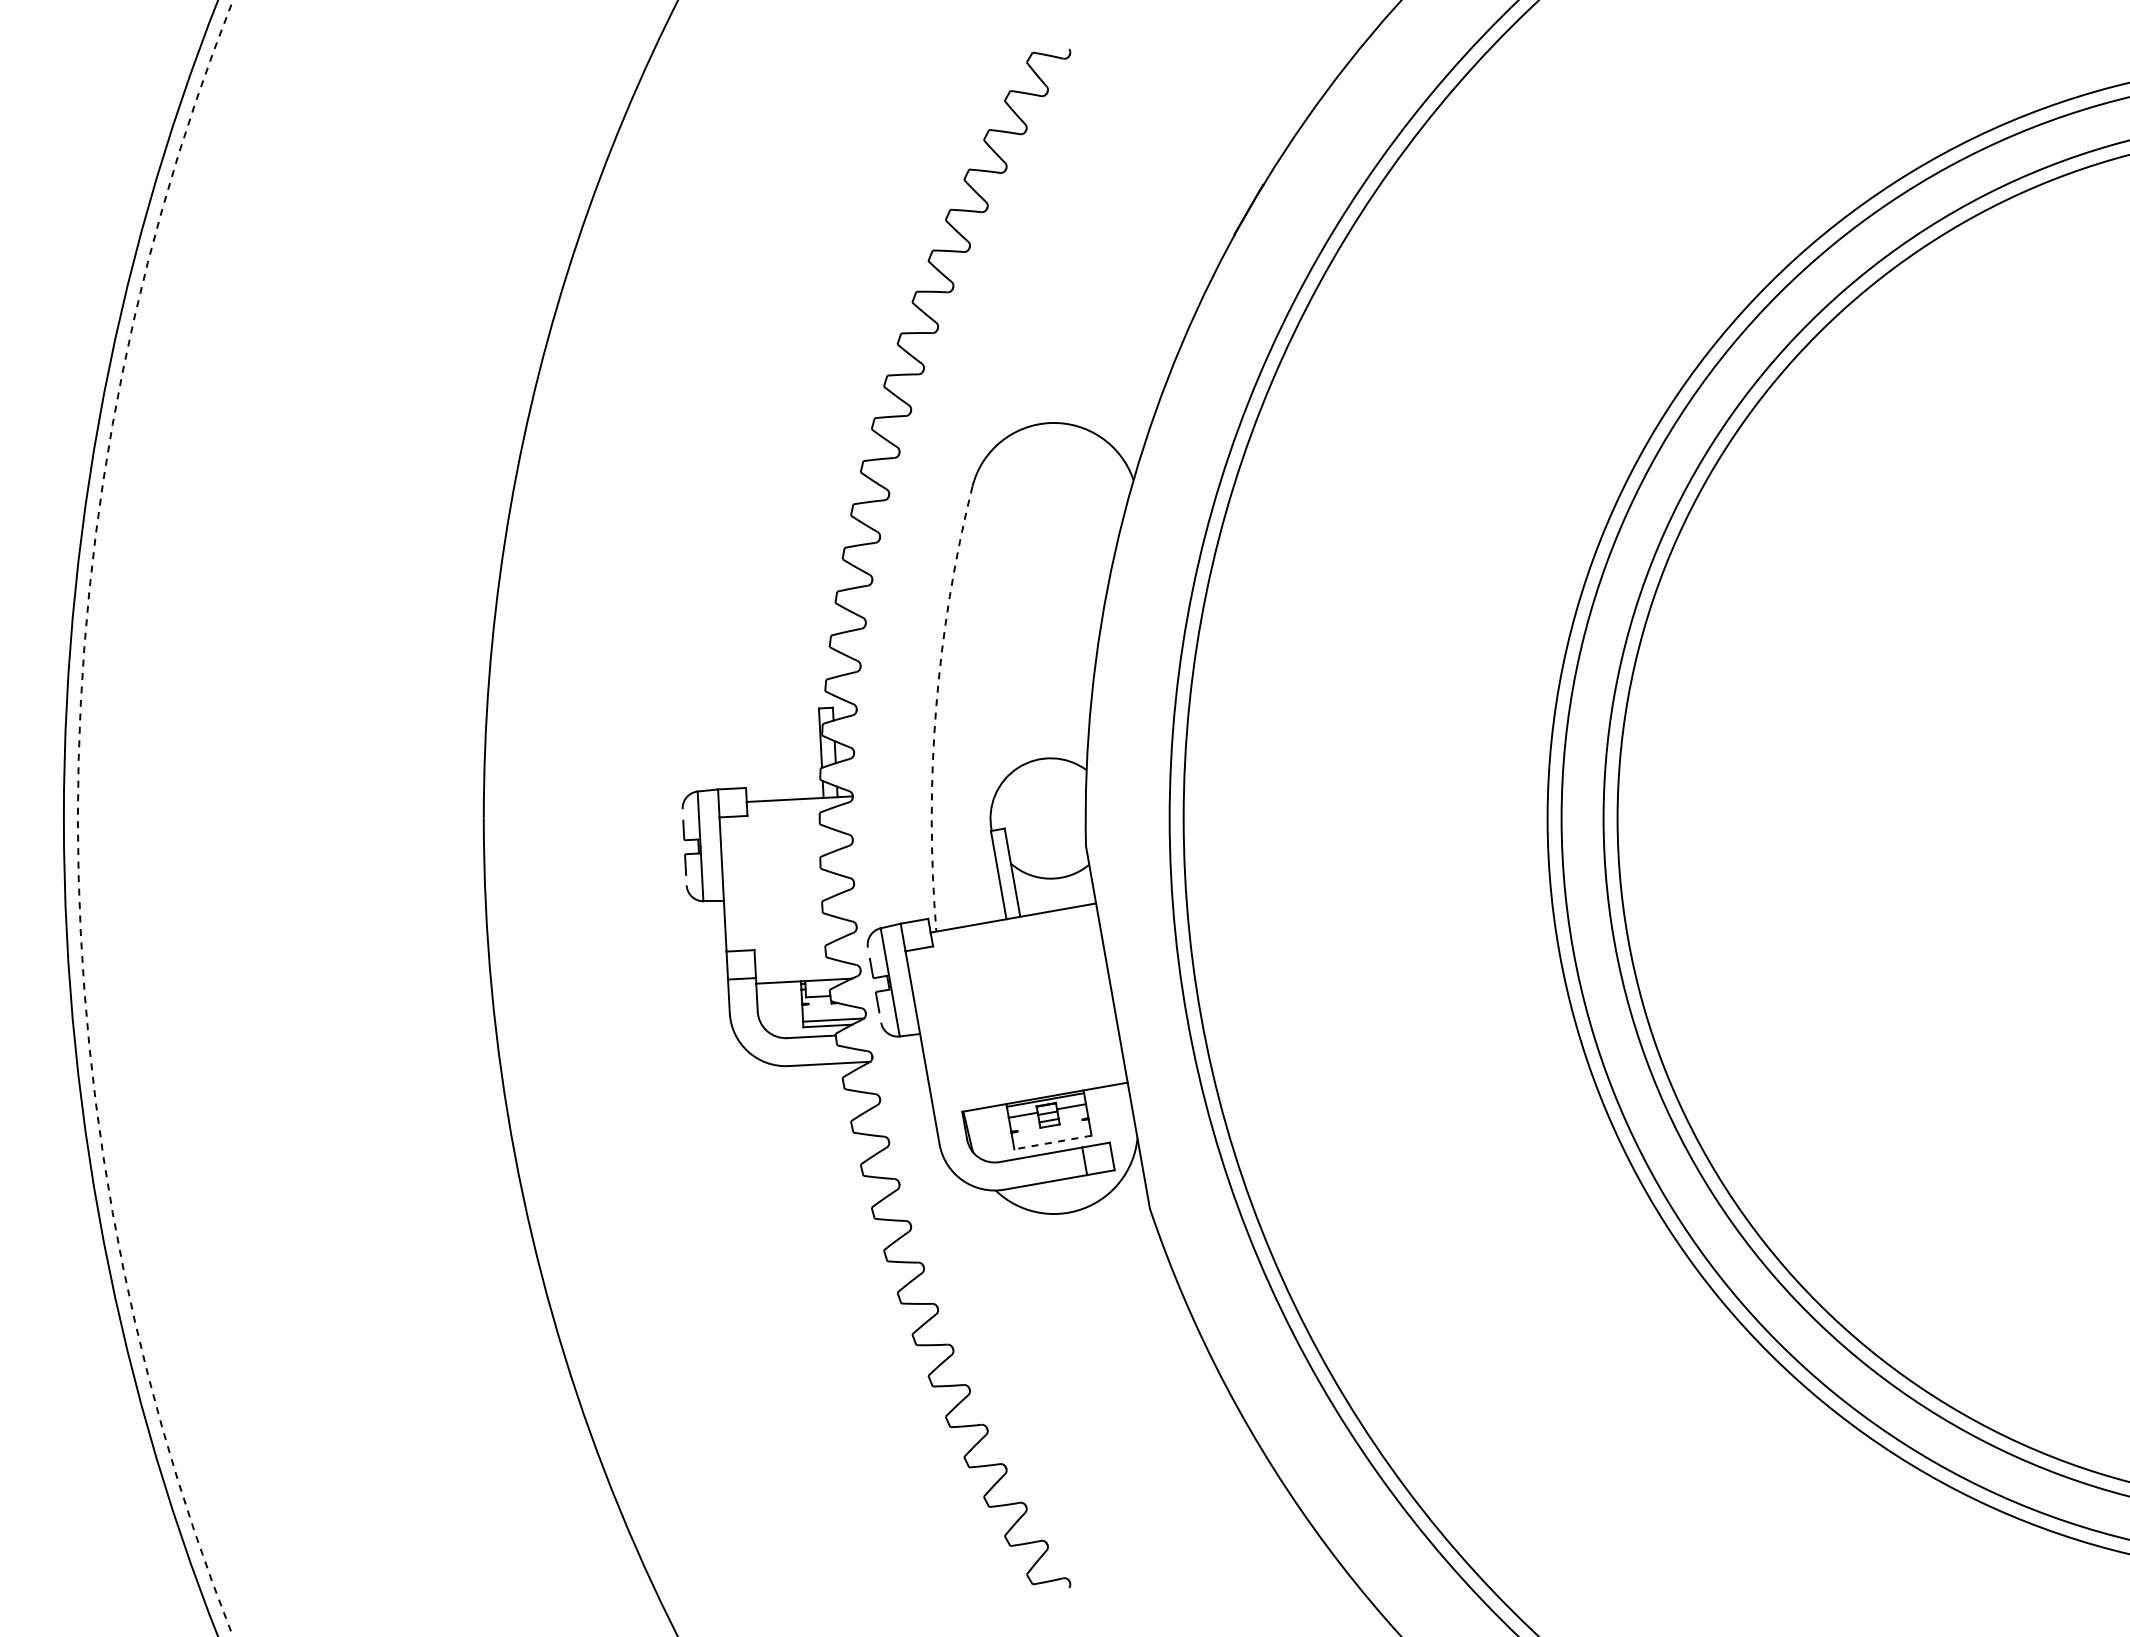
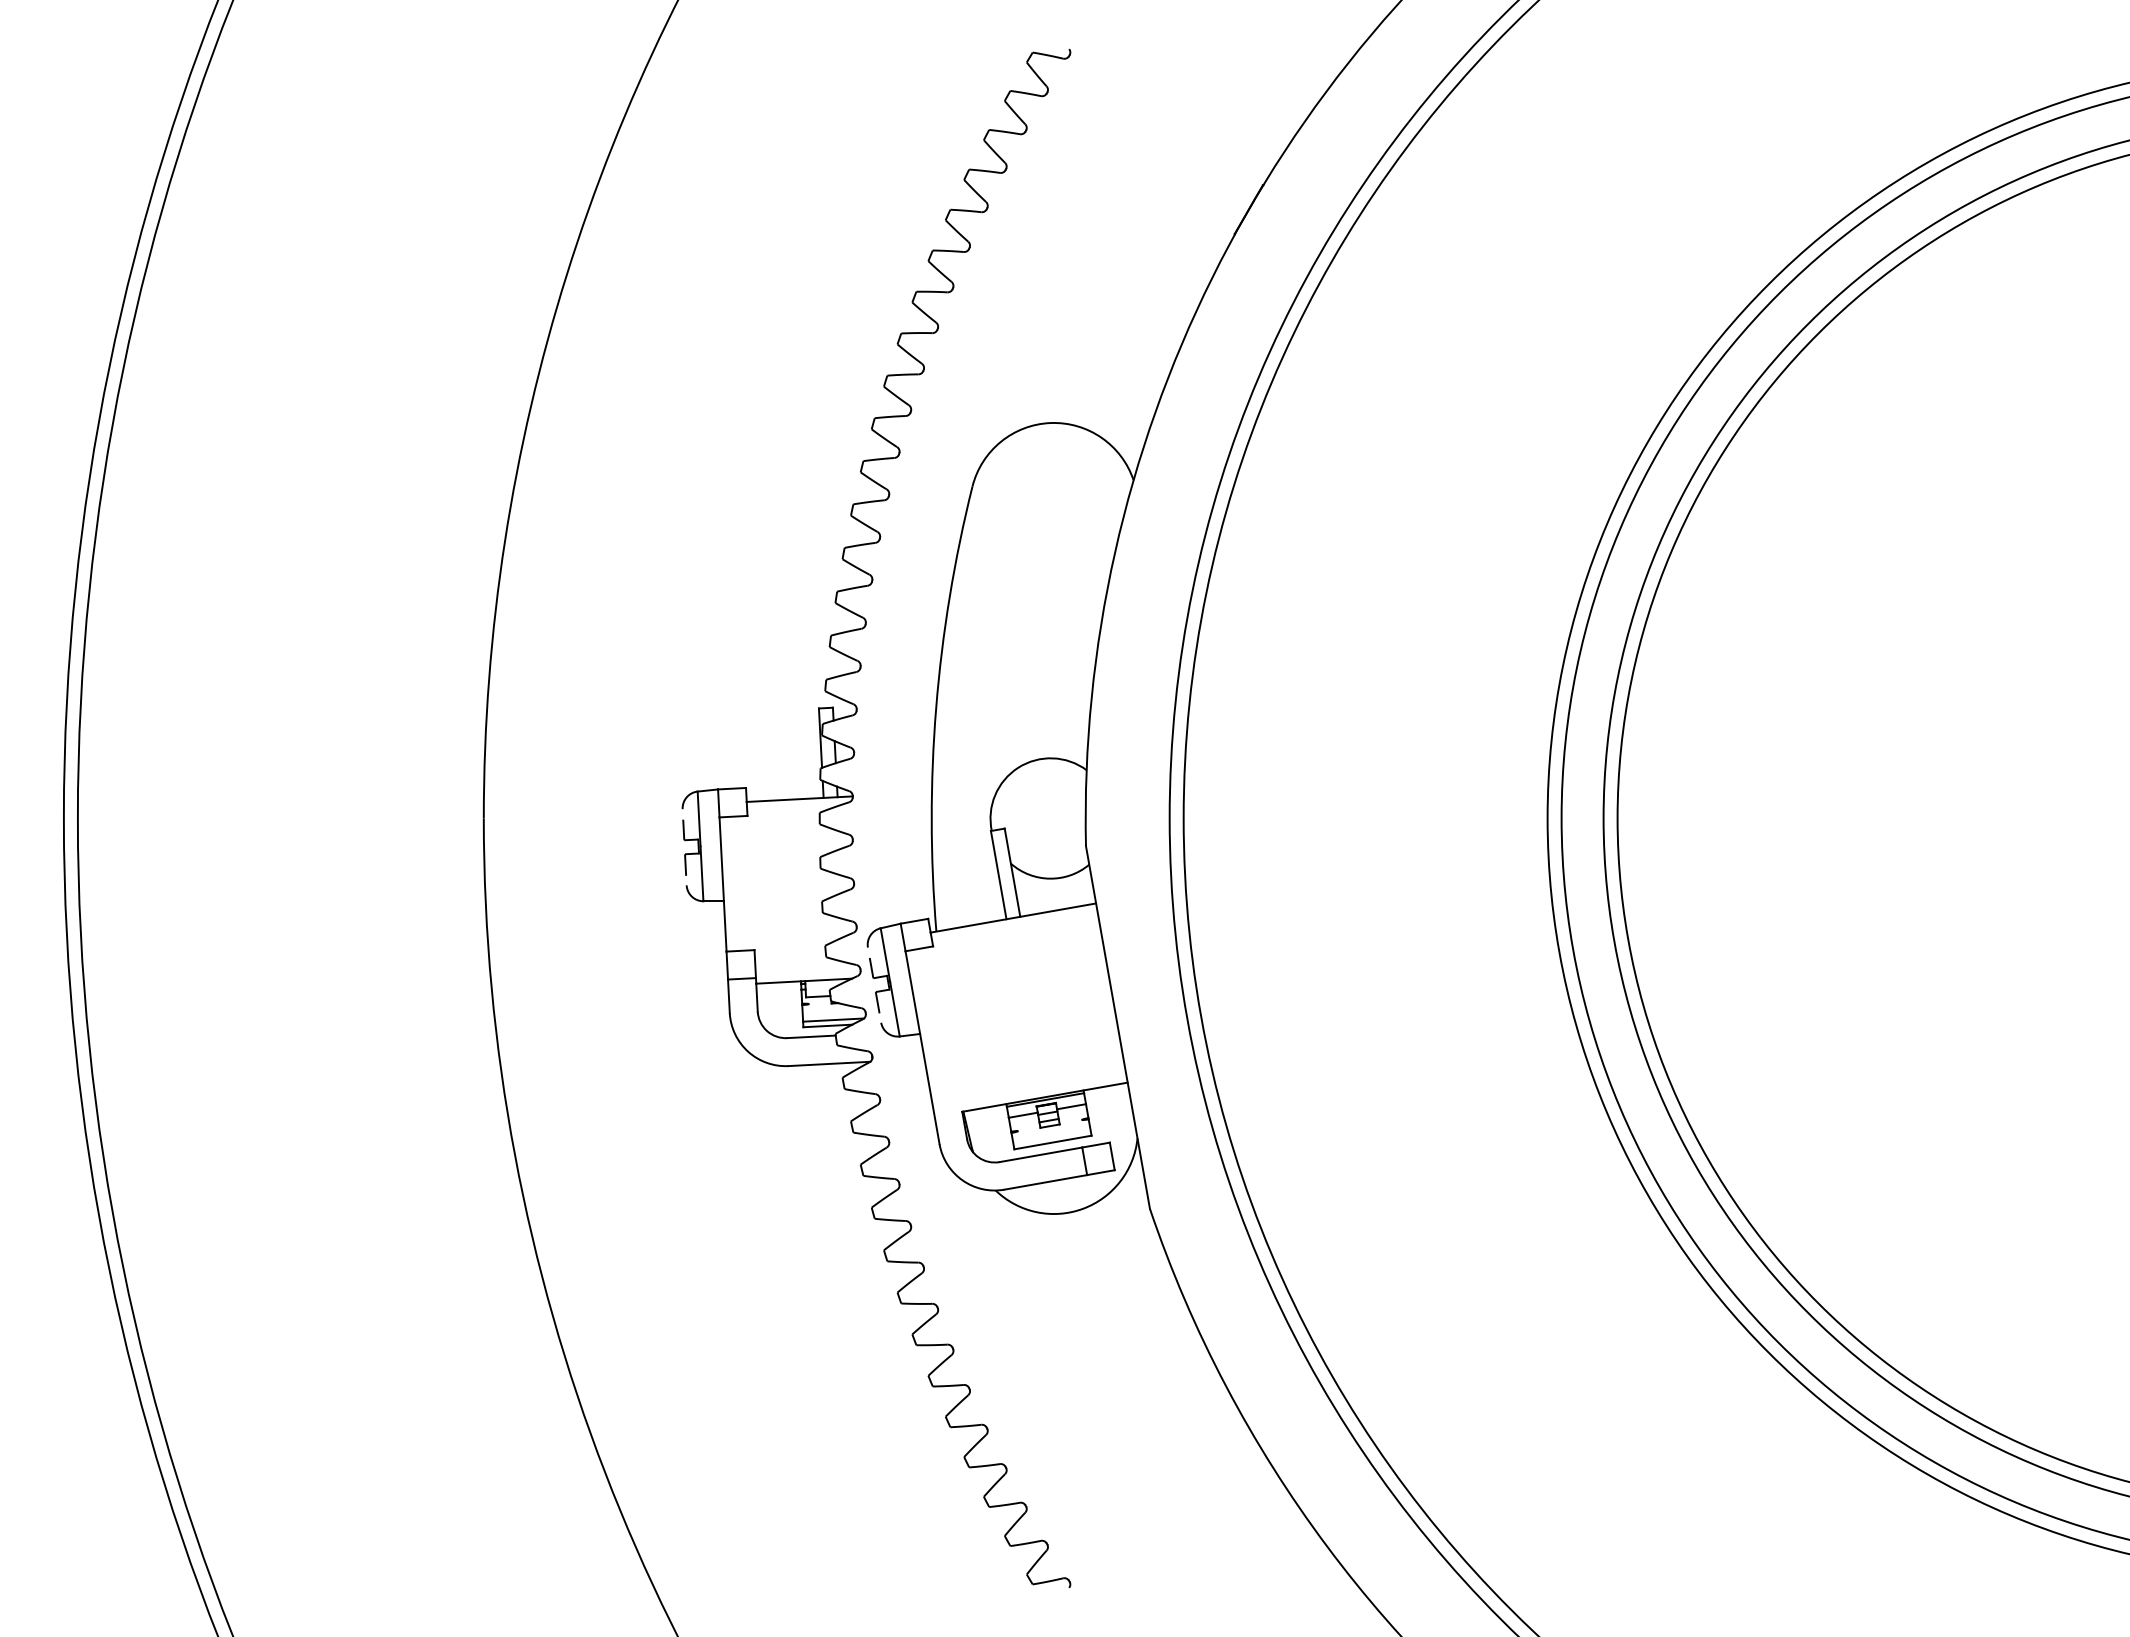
arc at (936, 707): dashed -> solid
circle at (154, 818): dashed -> solid
line at (1052, 1142): dashed -> solid
